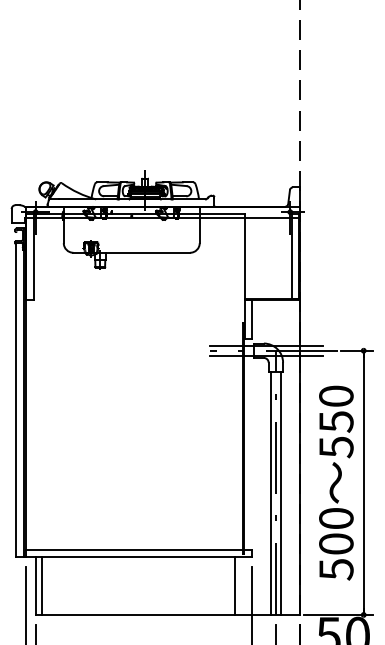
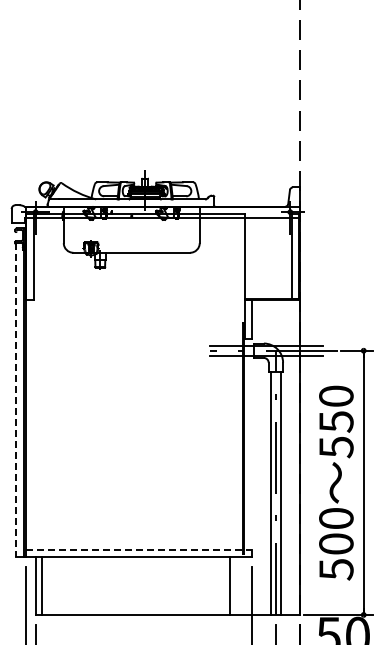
line at (16, 400): solid -> dashed
line at (138, 550): solid -> dashed
line at (235, 586) position: (235, 586) -> (230, 586)
